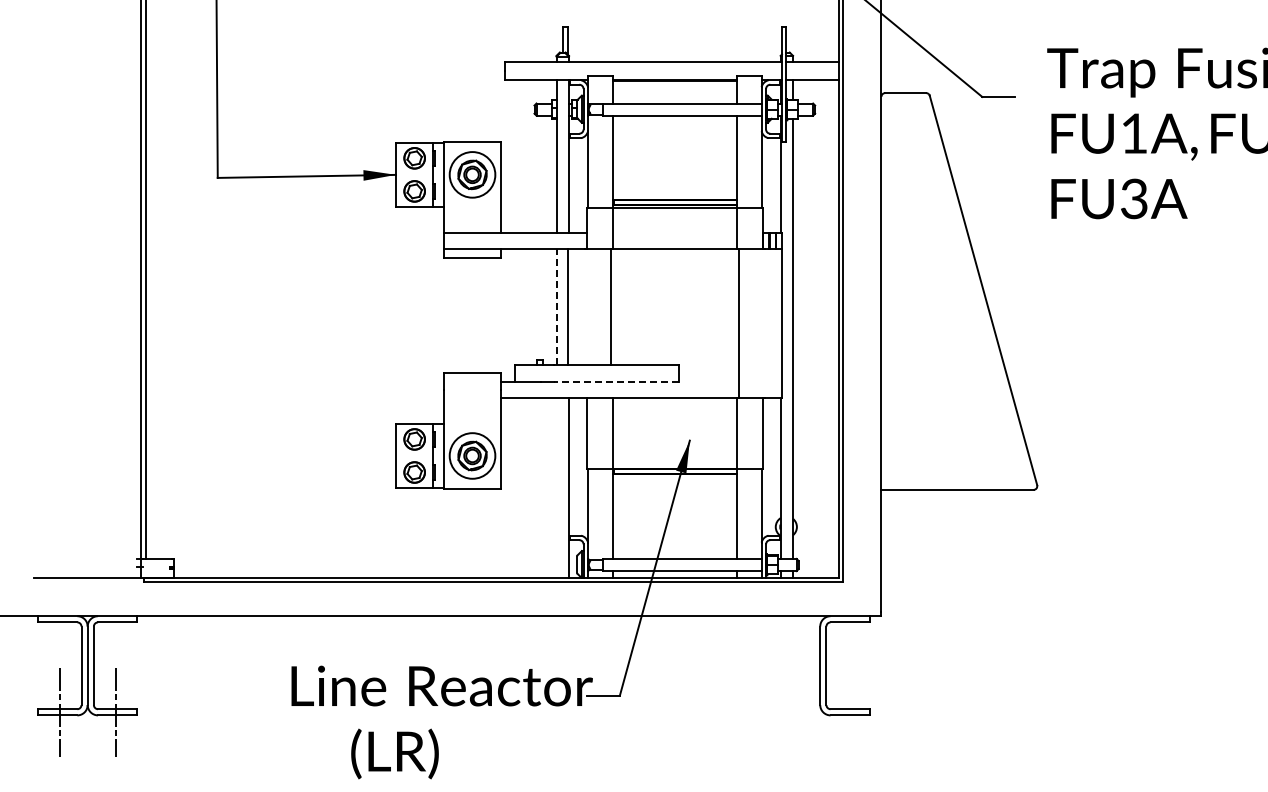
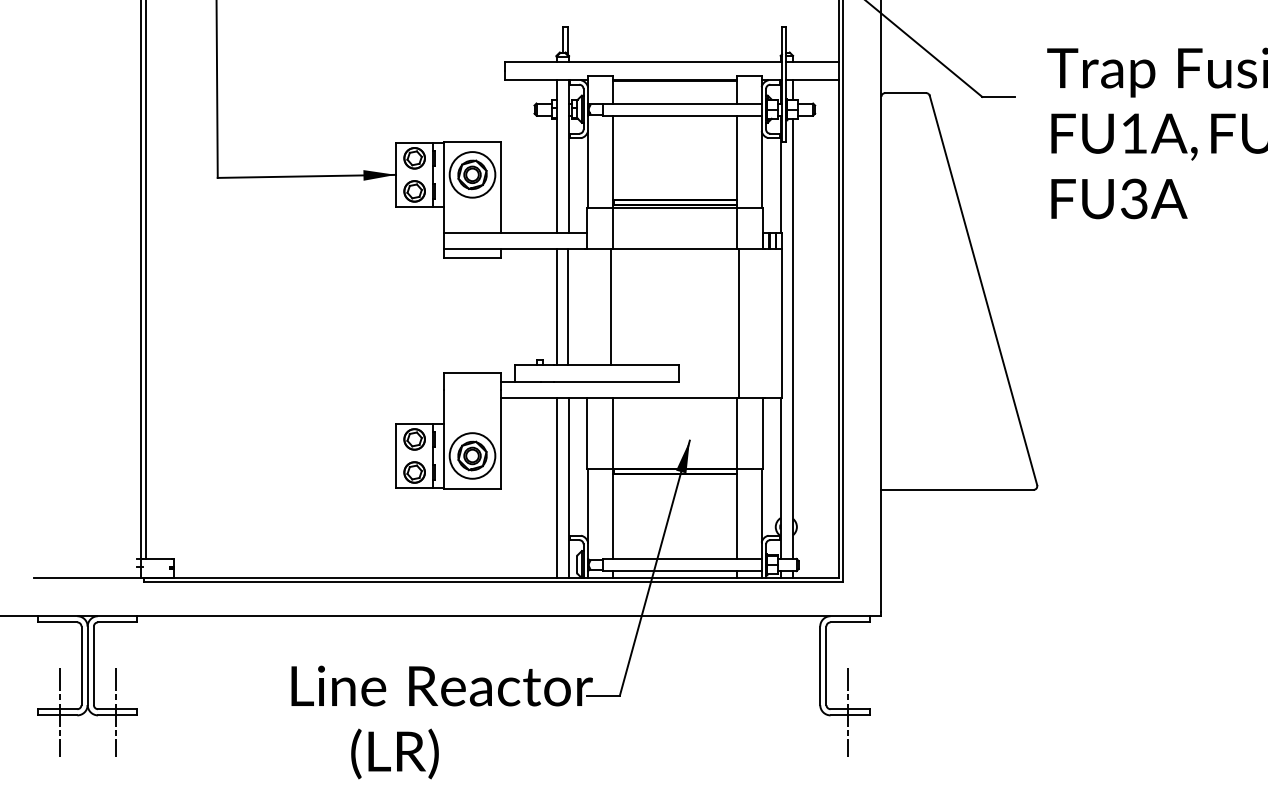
line at (556, 307): dashed -> solid
line at (616, 381): dashed -> solid
line at (556, 487): none -> present
line at (848, 711): none -> present
